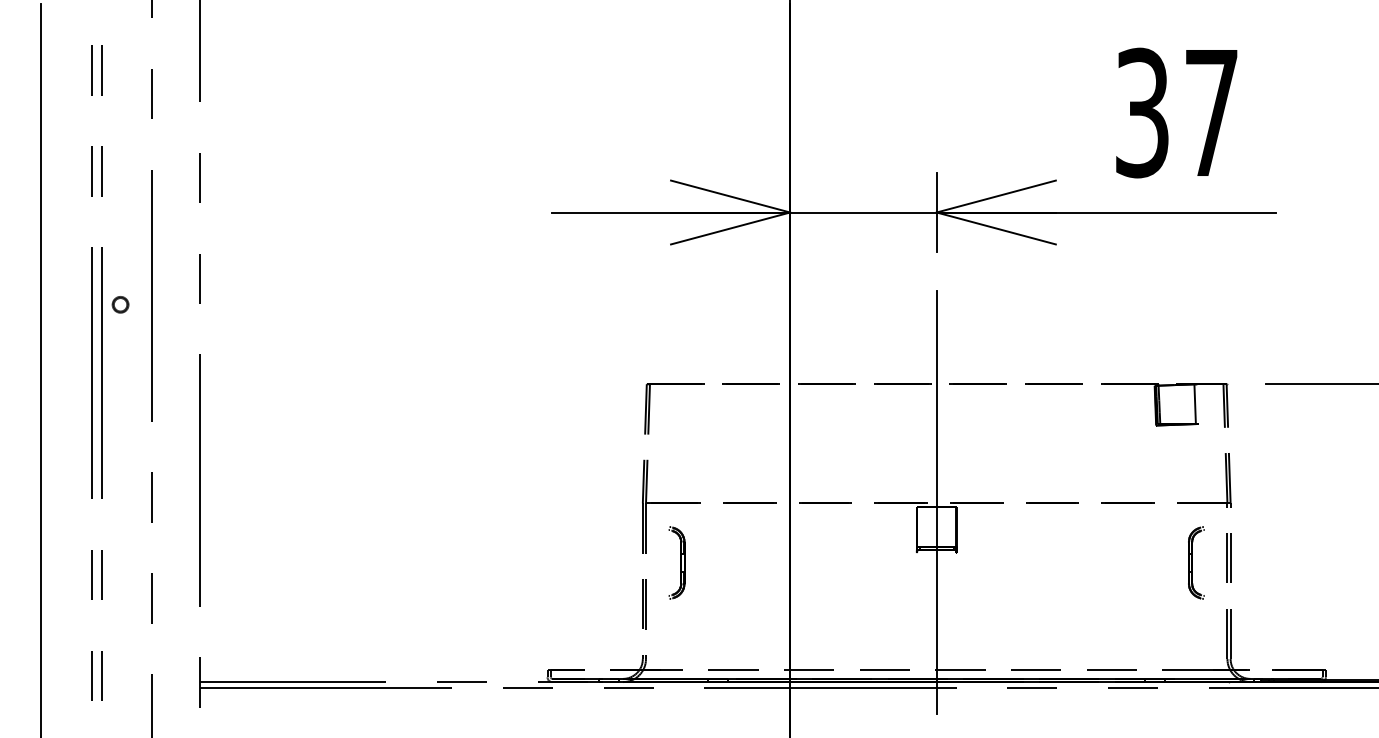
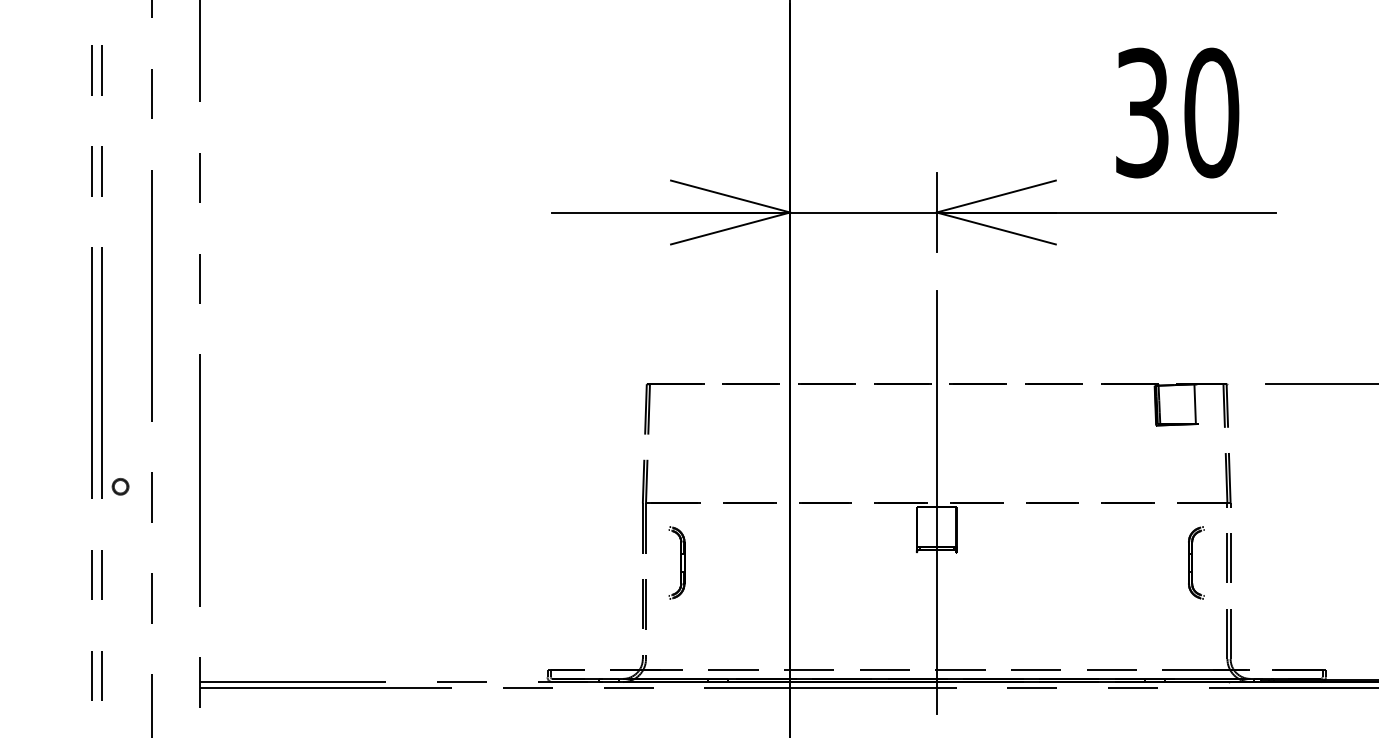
text at (1211, 112): 37 -> 30
part at (120, 304) position: (120, 304) -> (120, 486)
line at (41, 368): present -> none
